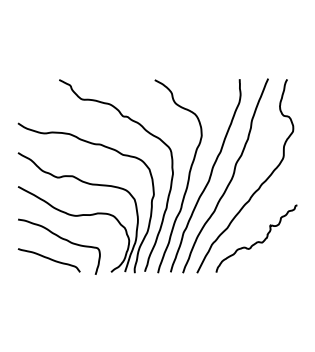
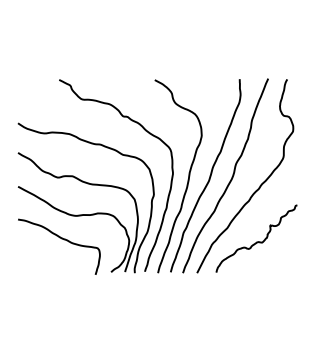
curve at (48, 259): present -> none
